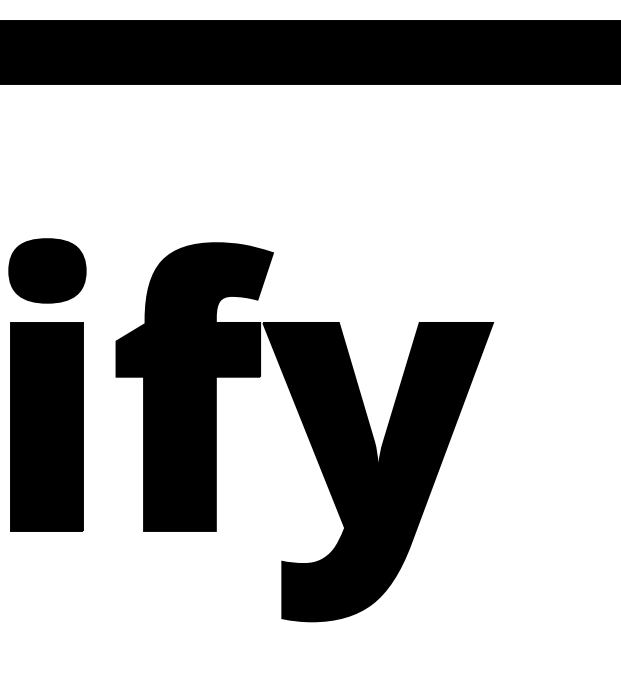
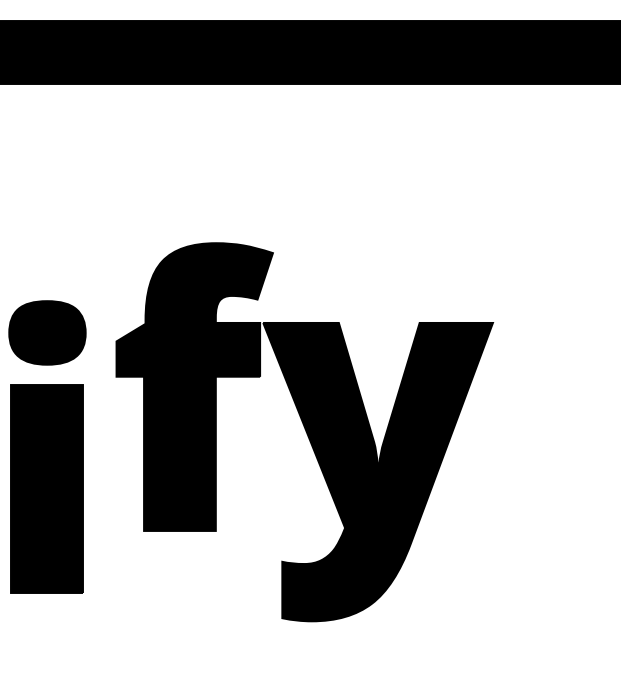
part at (47, 384) position: (47, 384) -> (47, 446)
